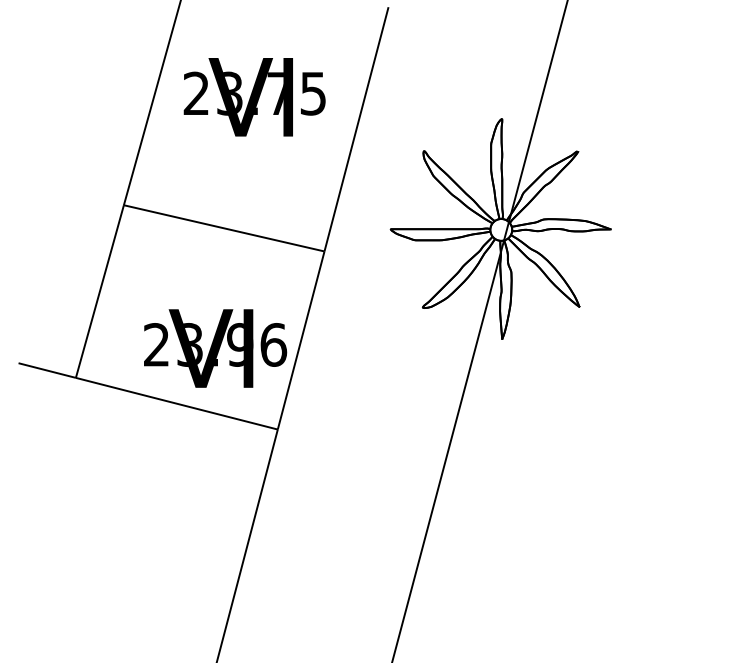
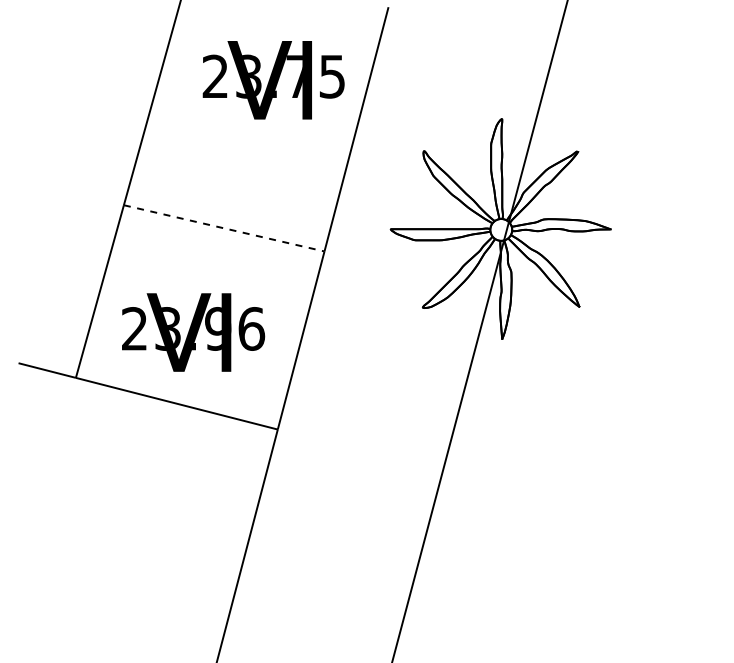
text at (254, 97) position: (254, 97) -> (273, 80)
line at (224, 228): solid -> dashed
text at (215, 348) position: (215, 348) -> (193, 332)
